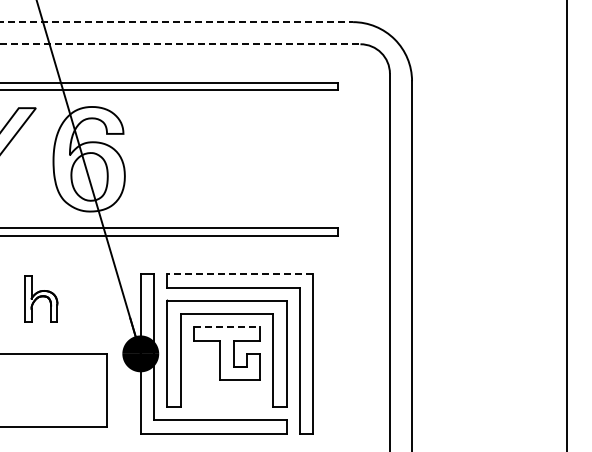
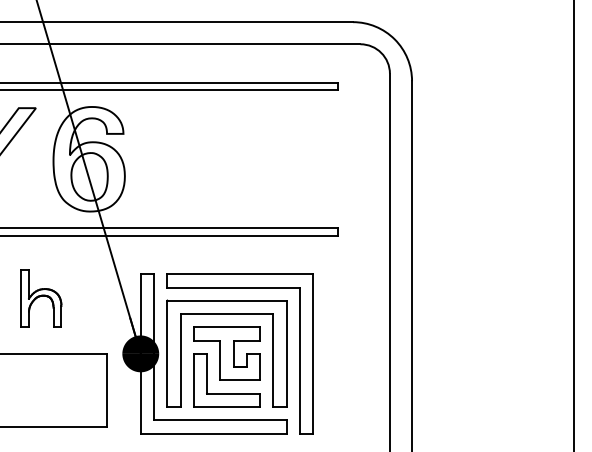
line at (177, 22): dashed -> solid
line at (180, 44): dashed -> solid
line at (567, 225) position: (567, 225) -> (574, 225)
line at (240, 274): dashed -> solid
part at (41, 298) size: 35x48 px -> 43x59 px
line at (227, 327): dashed -> solid
part at (226, 393): none -> present
